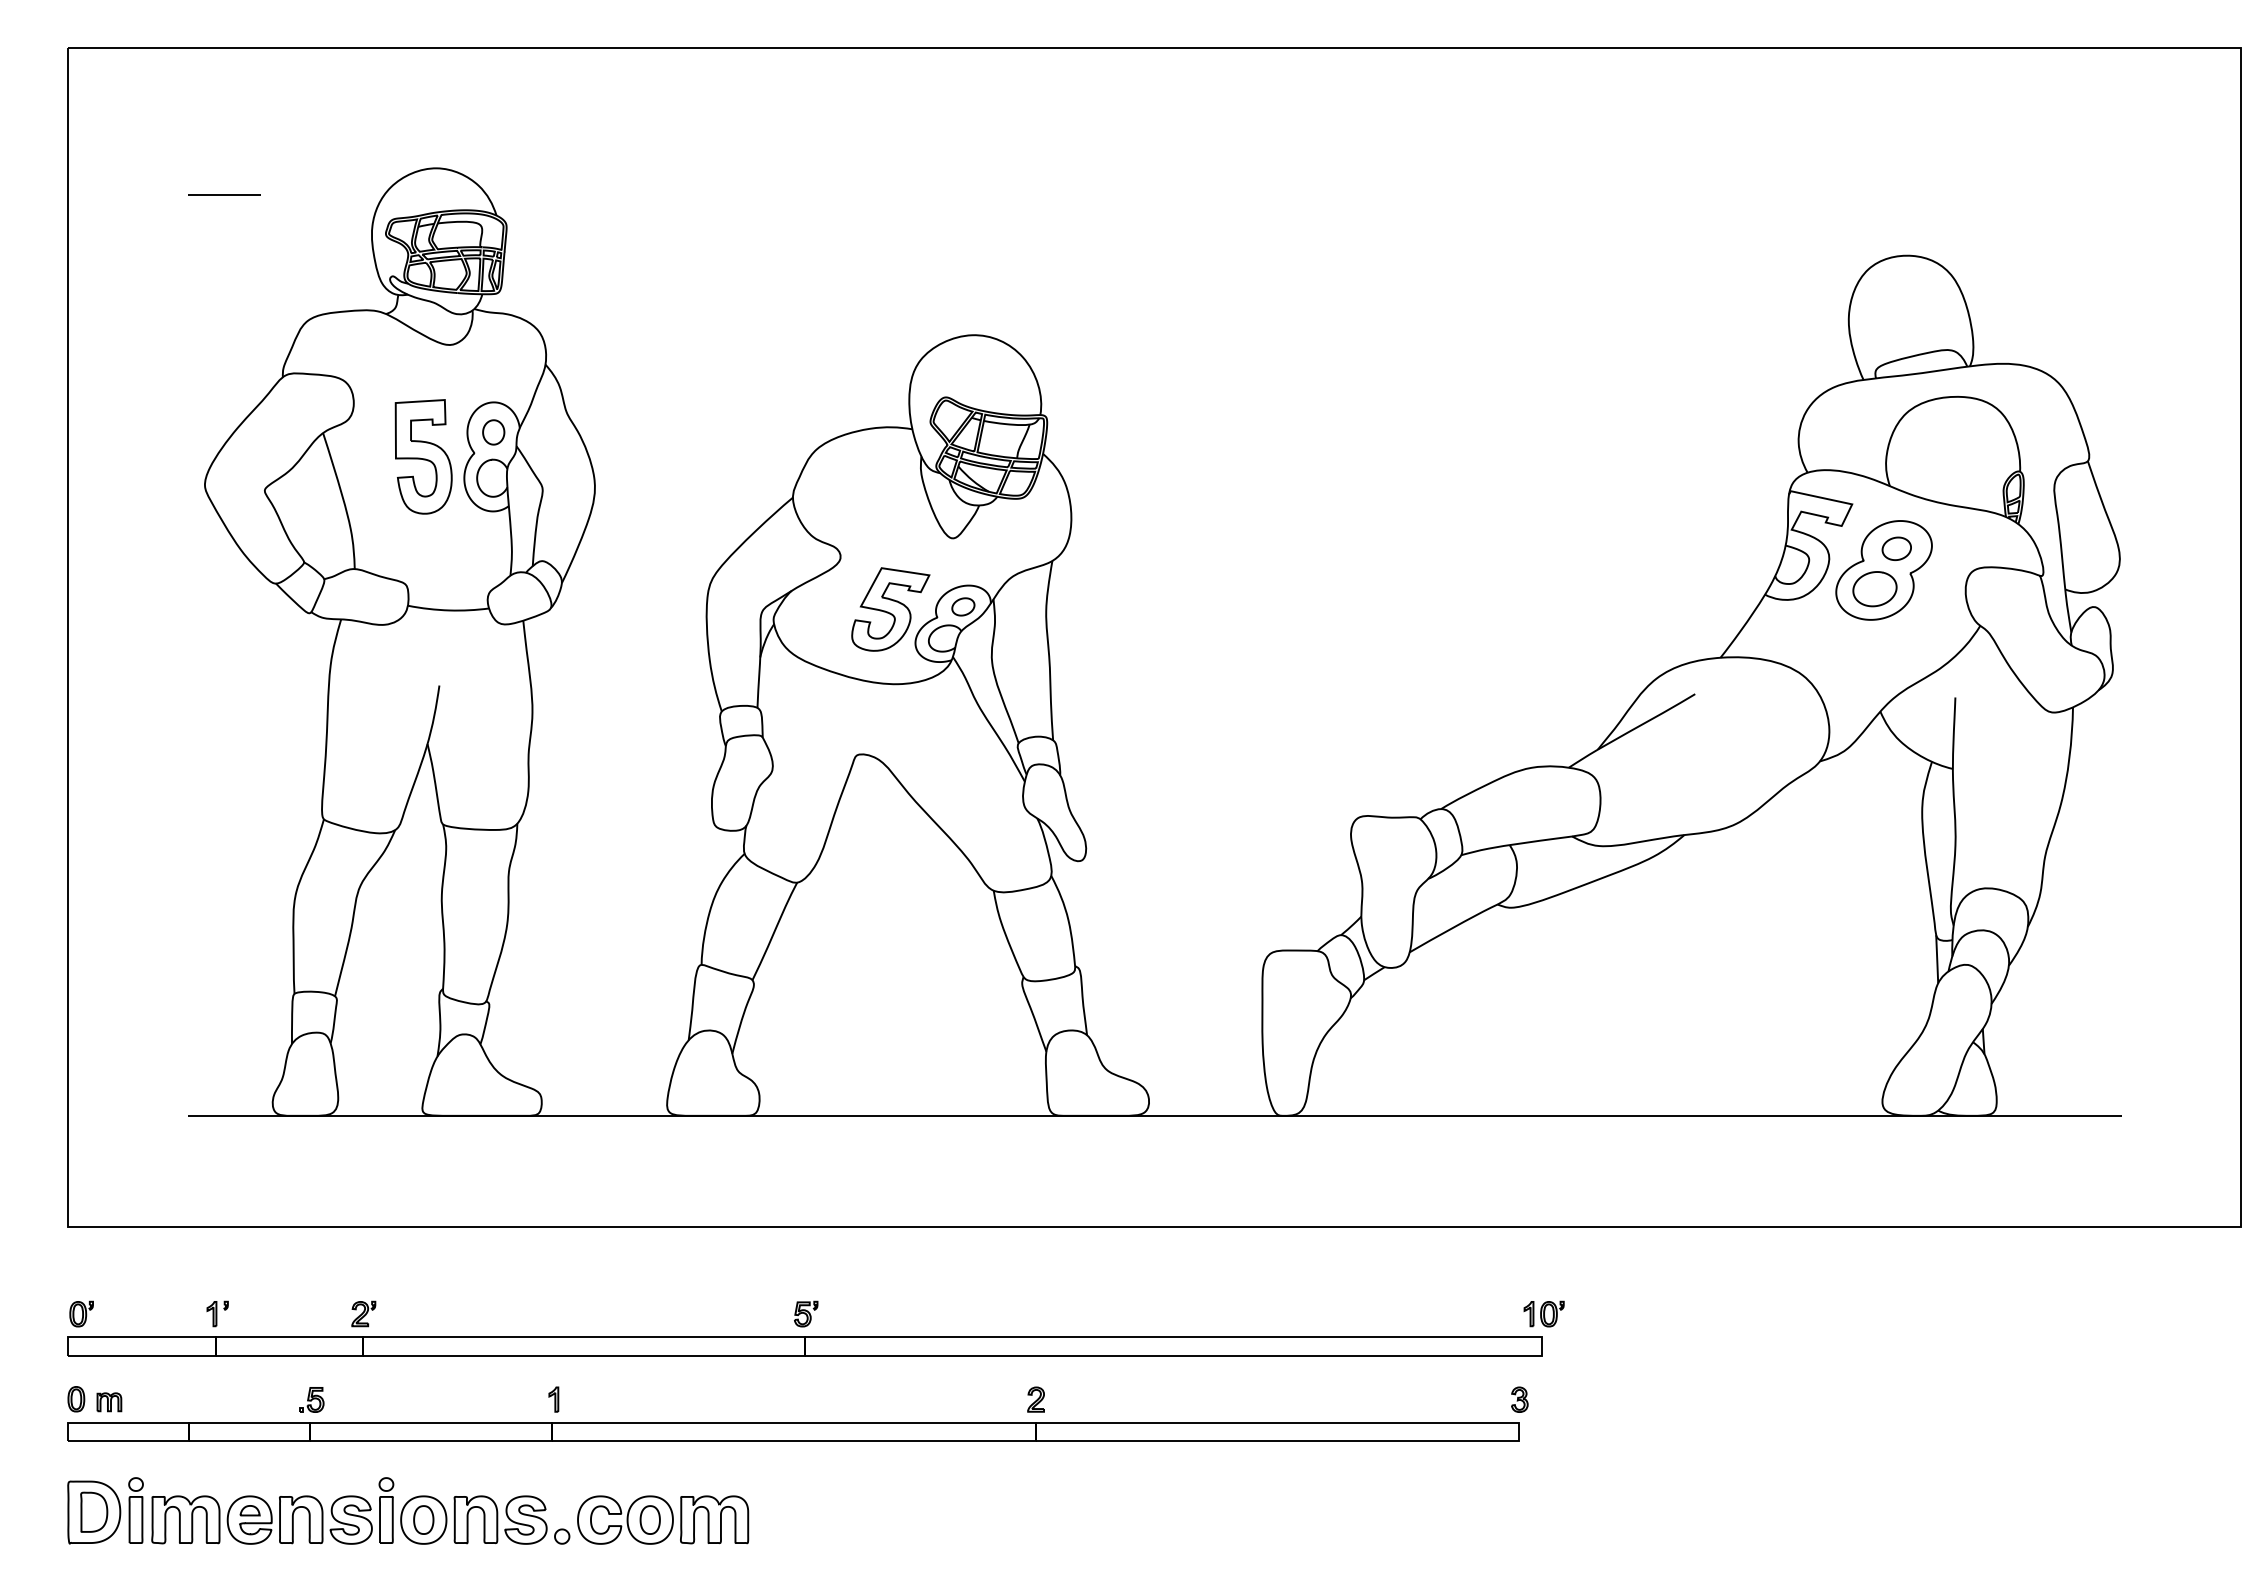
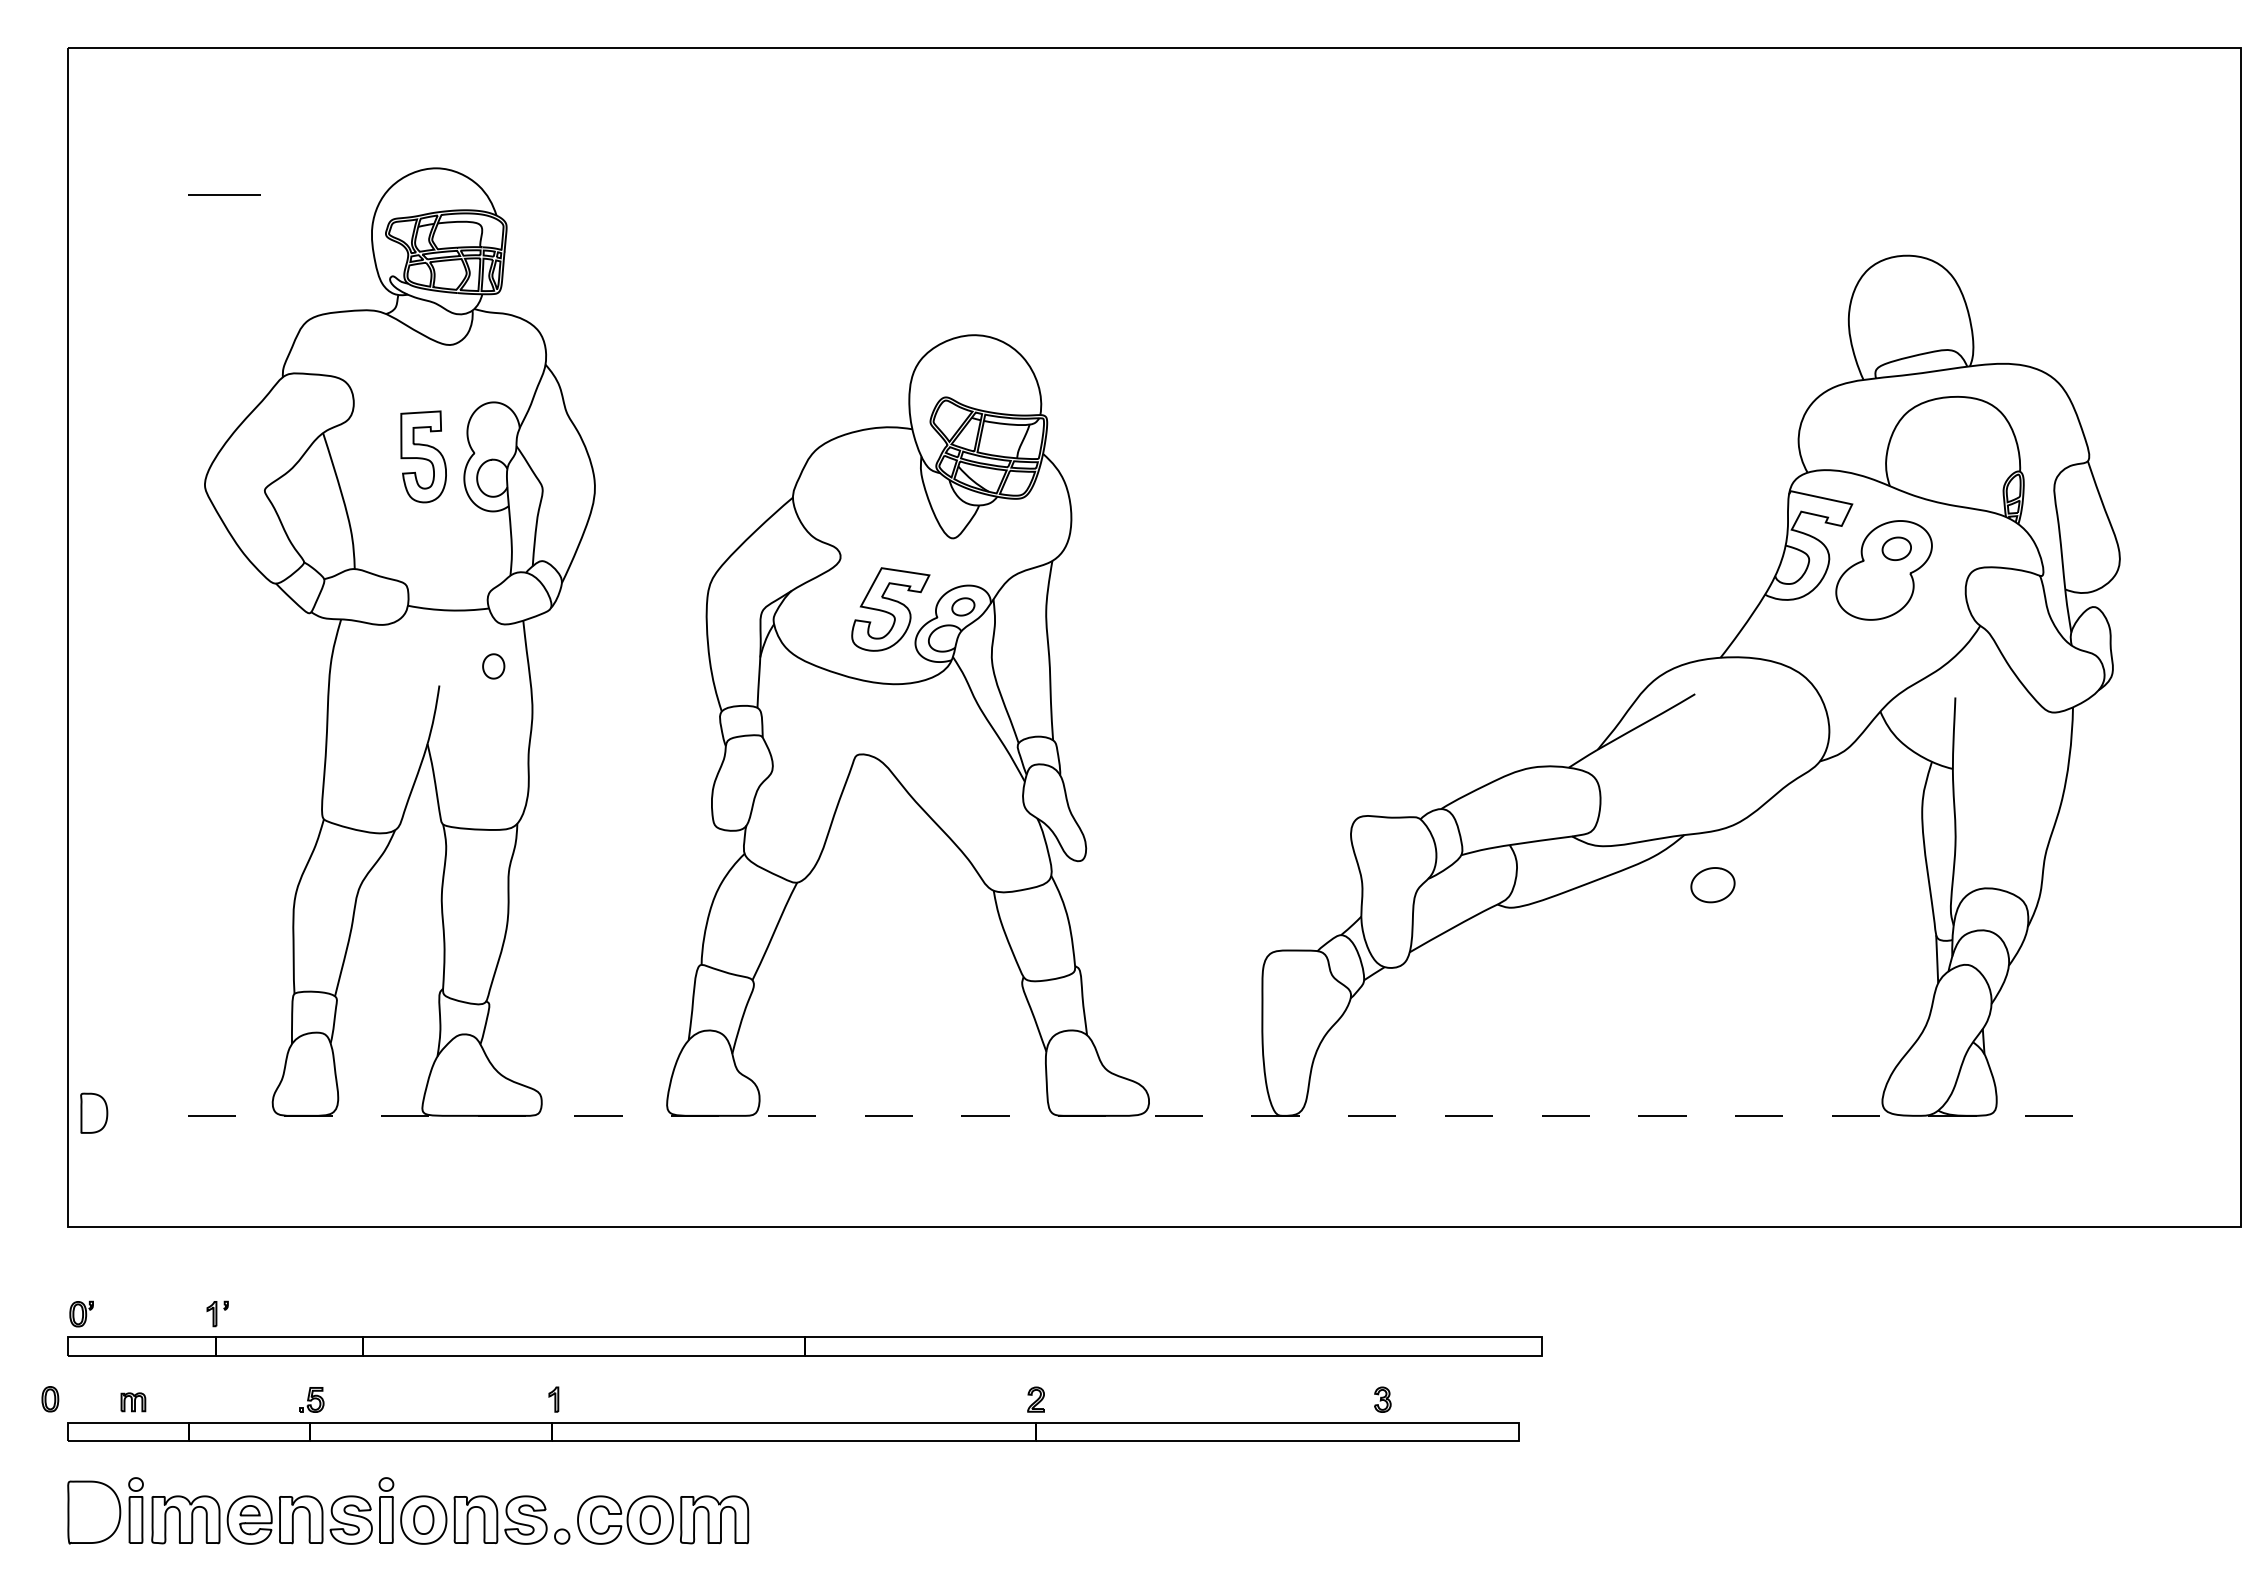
part at (493, 432) position: (493, 432) -> (493, 666)
part at (423, 456) size: 59x116 px -> 47x94 px
part at (1874, 589) position: (1874, 589) -> (1712, 885)
line at (1155, 1115): solid -> dashed
part at (363, 1313): present -> none
part at (806, 1313): present -> none
part at (1543, 1313): present -> none
part at (76, 1399) position: (76, 1399) -> (50, 1399)
part at (1519, 1399) position: (1519, 1399) -> (1382, 1399)
part at (109, 1402) position: (109, 1402) -> (133, 1402)
part at (94, 1511) position: (94, 1511) -> (94, 1112)
